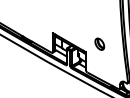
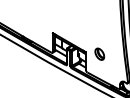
part at (99, 43) position: (99, 43) -> (99, 53)
